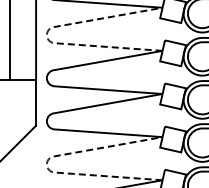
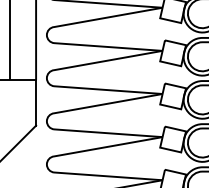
line at (46, 34): dashed -> solid
line at (46, 163): dashed -> solid
